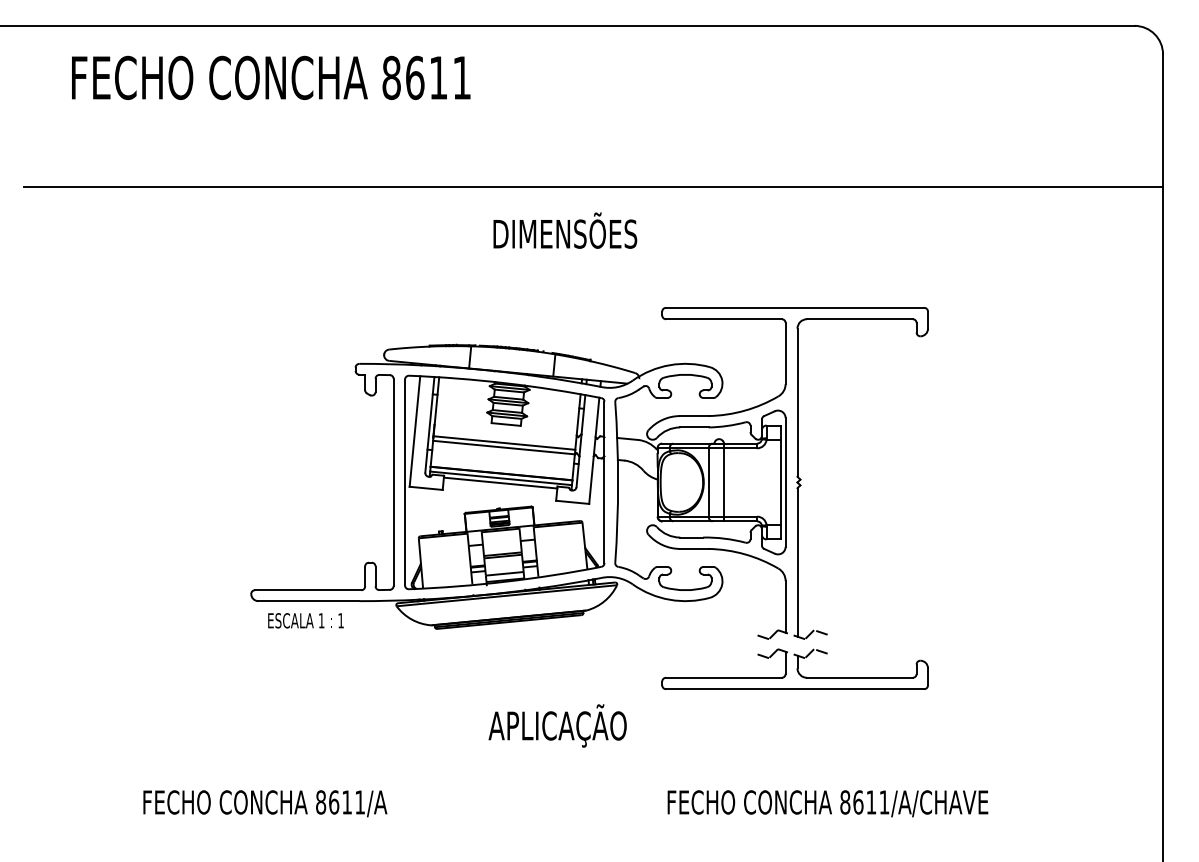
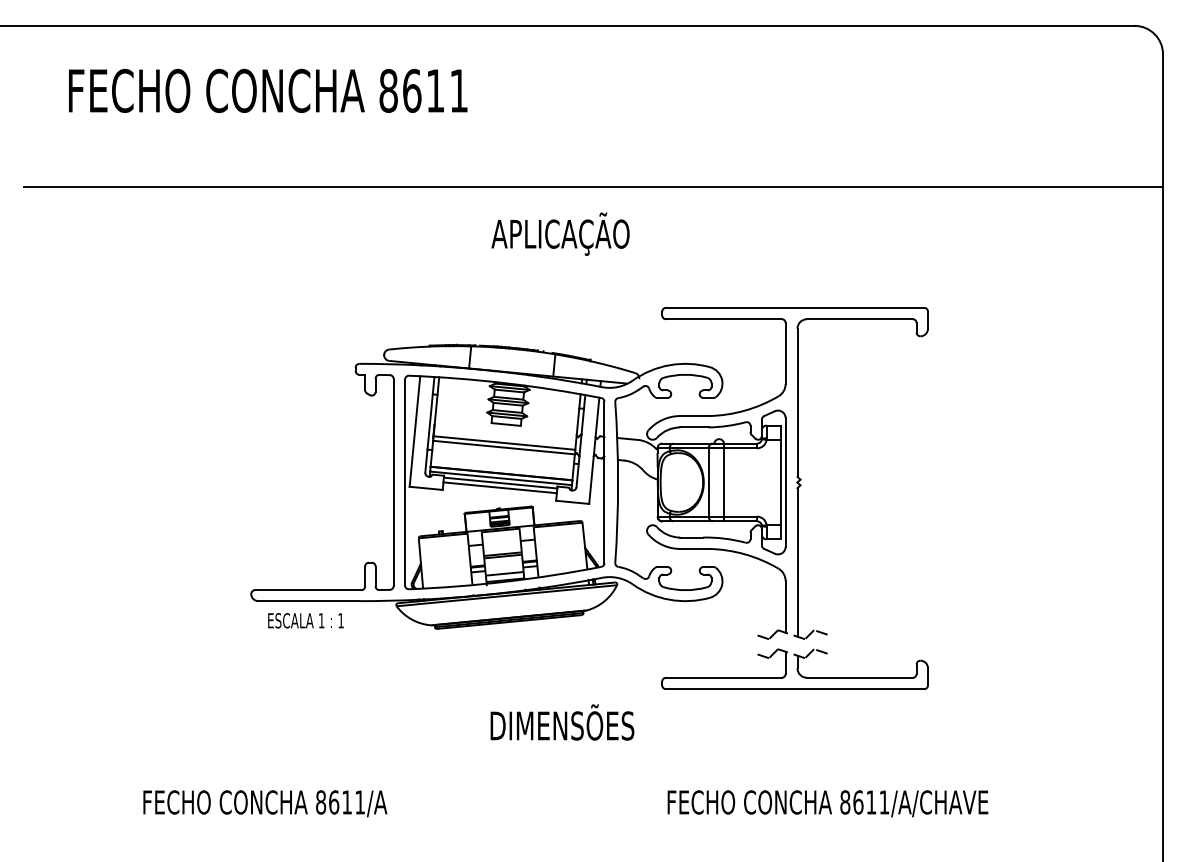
text at (271, 77) position: (271, 77) -> (268, 90)
text at (564, 233): DIMENSÕES -> APLICAÇÃO
line at (499, 487): none -> present
text at (561, 725): APLICAÇÃO -> DIMENSÕES
